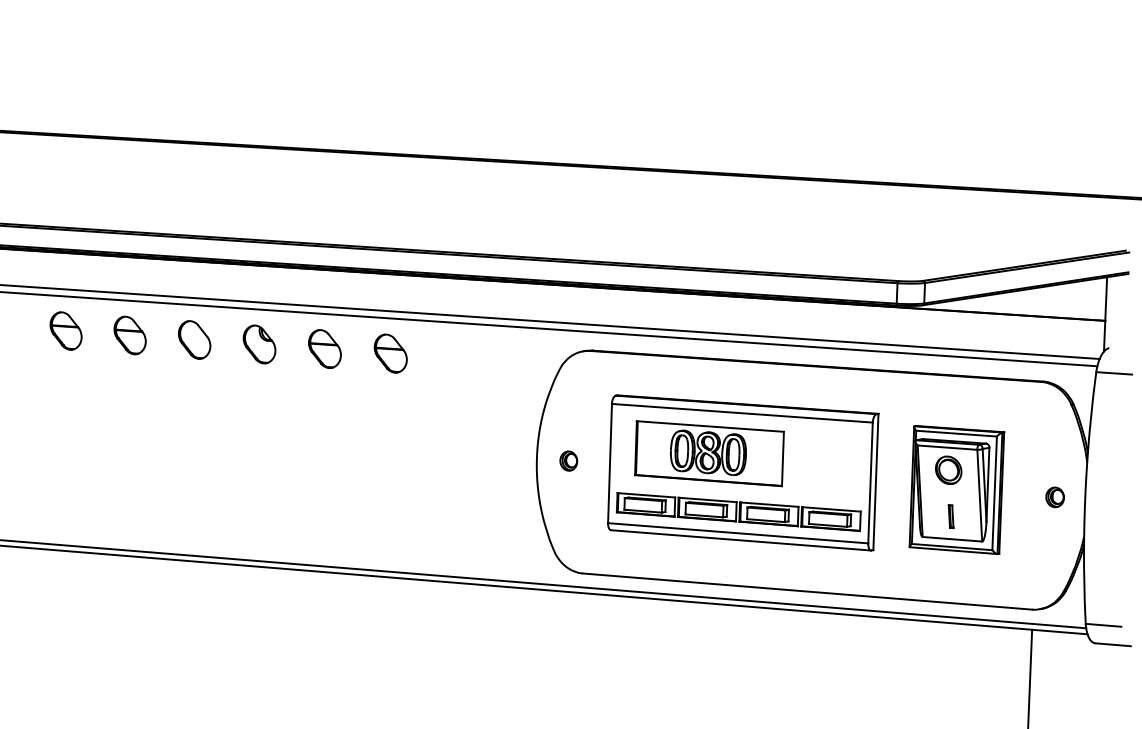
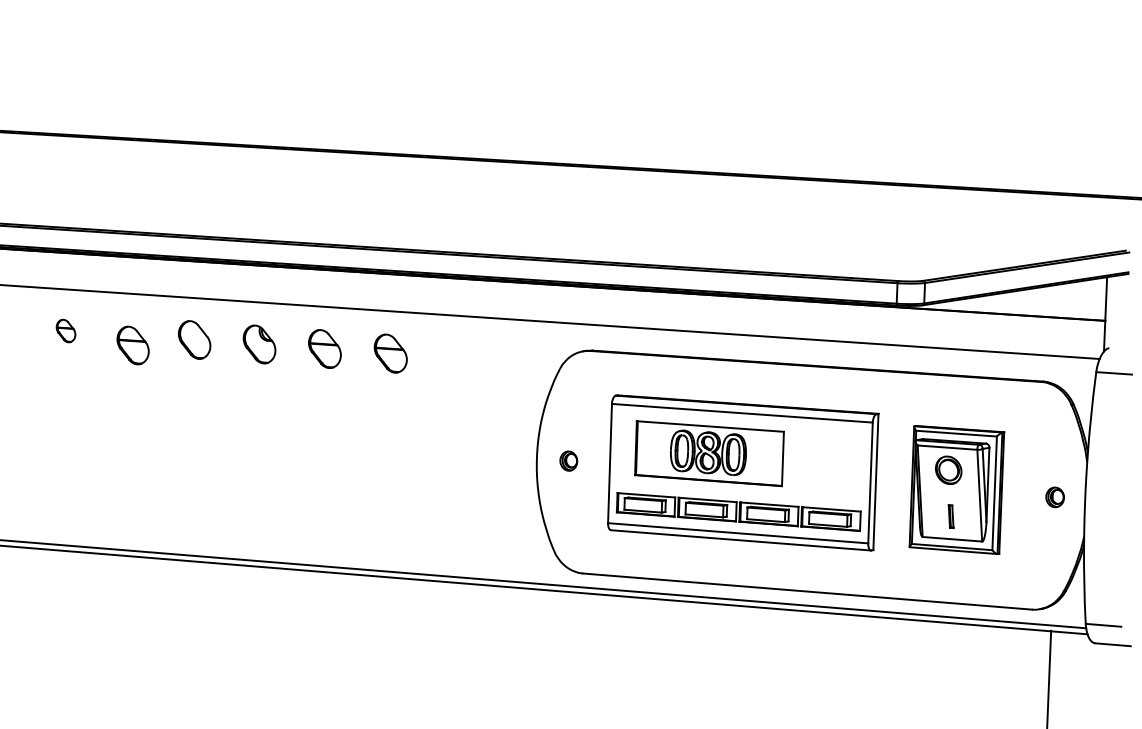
line at (549, 329): present -> none
part at (65, 330) size: 34x40 px -> 22x26 px
part at (129, 335) position: (129, 335) -> (132, 345)
line at (1030, 677) position: (1030, 677) -> (1049, 677)
